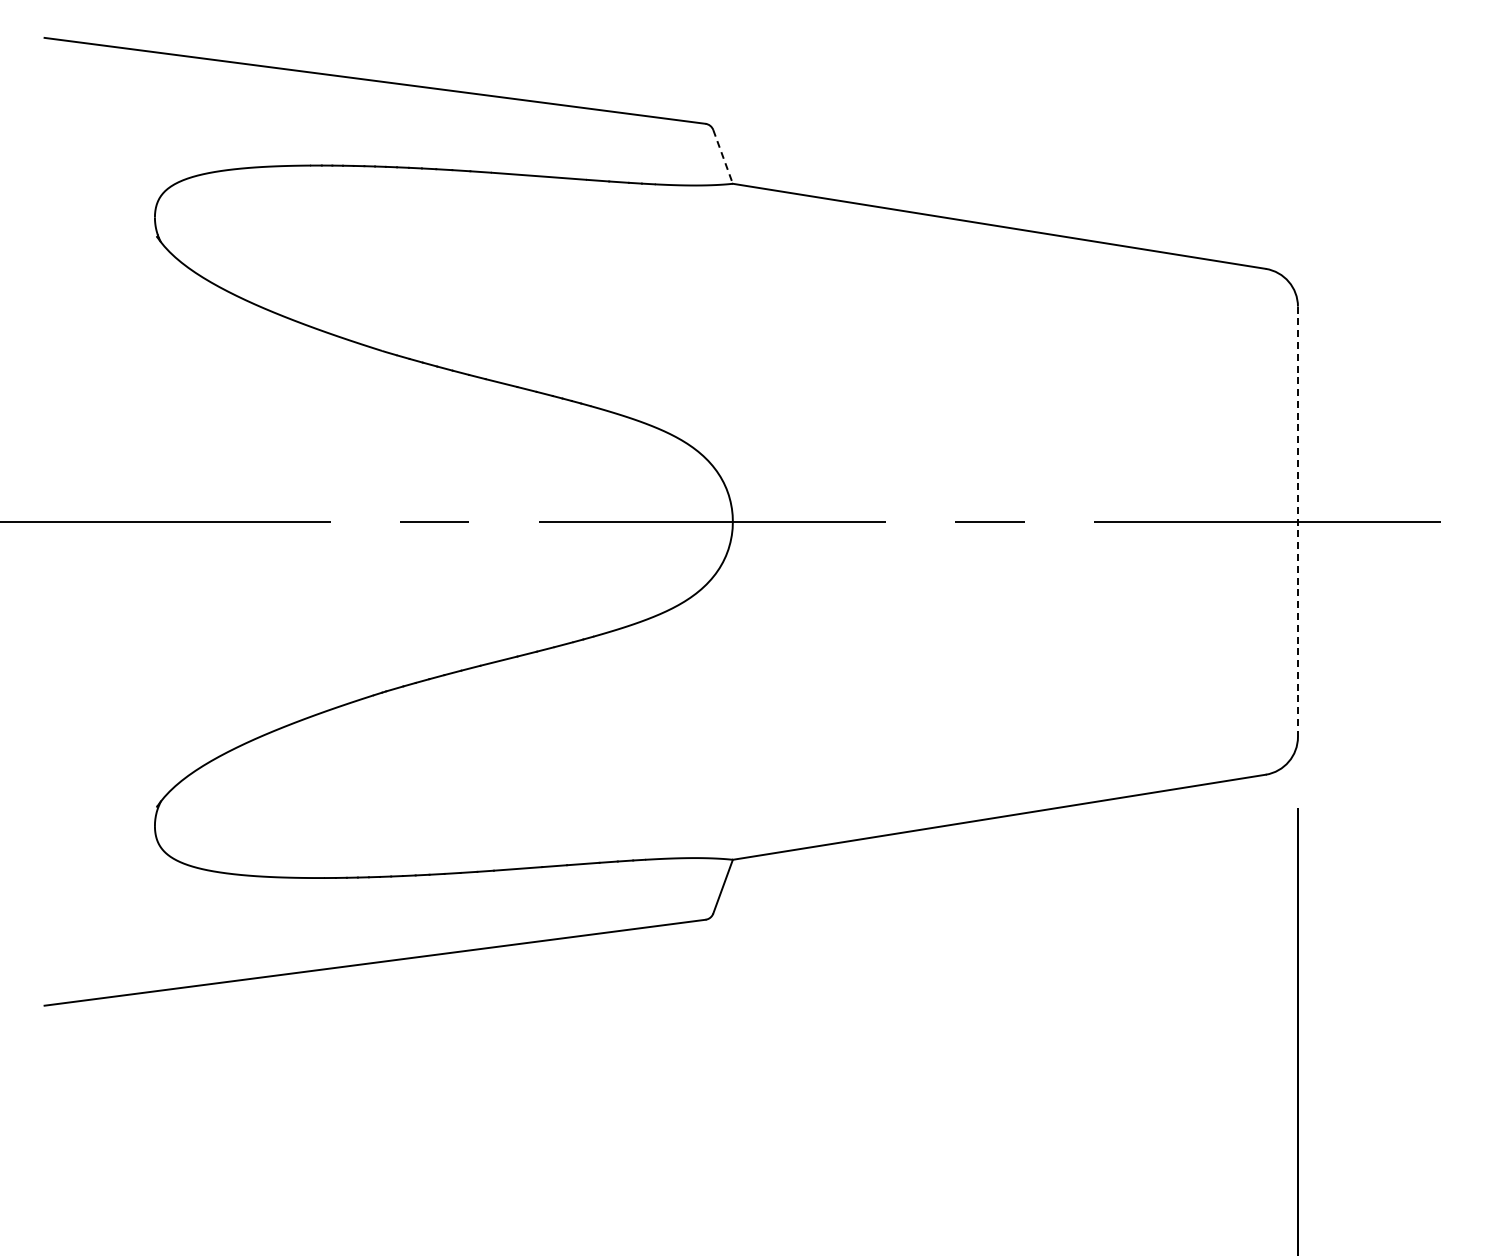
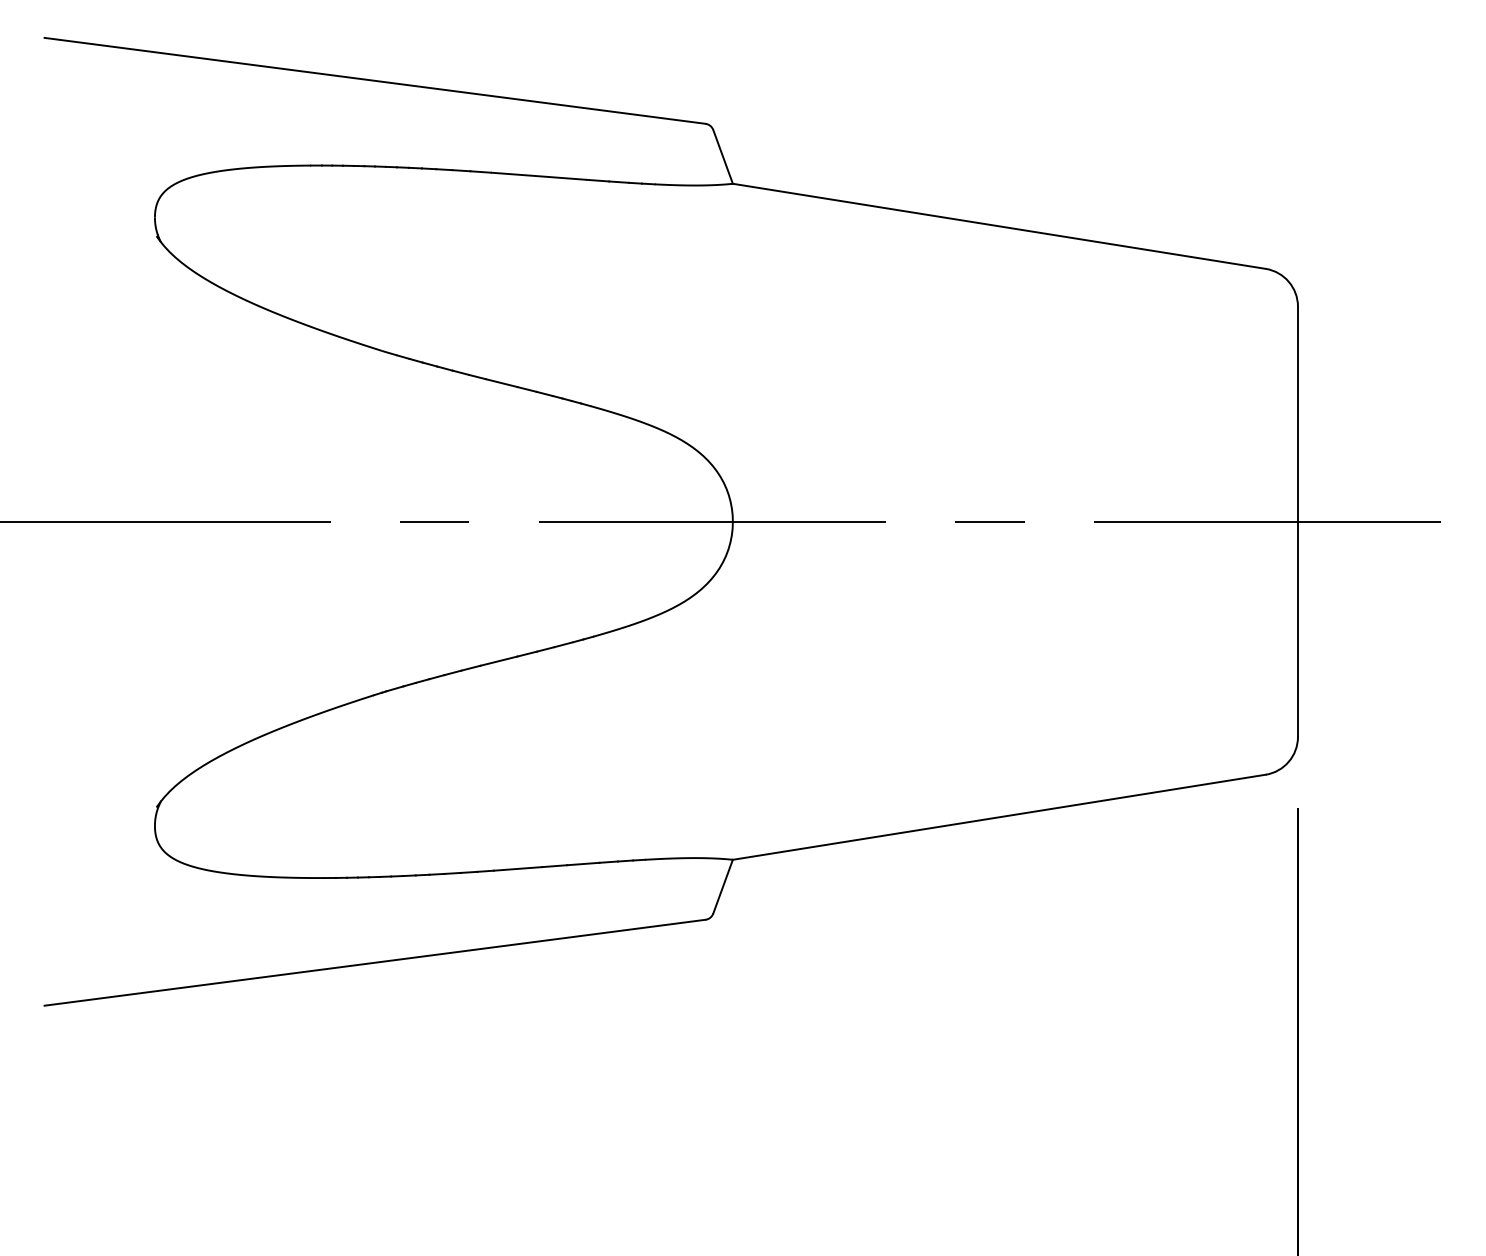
line at (723, 156): dashed -> solid
line at (1297, 522): dashed -> solid
